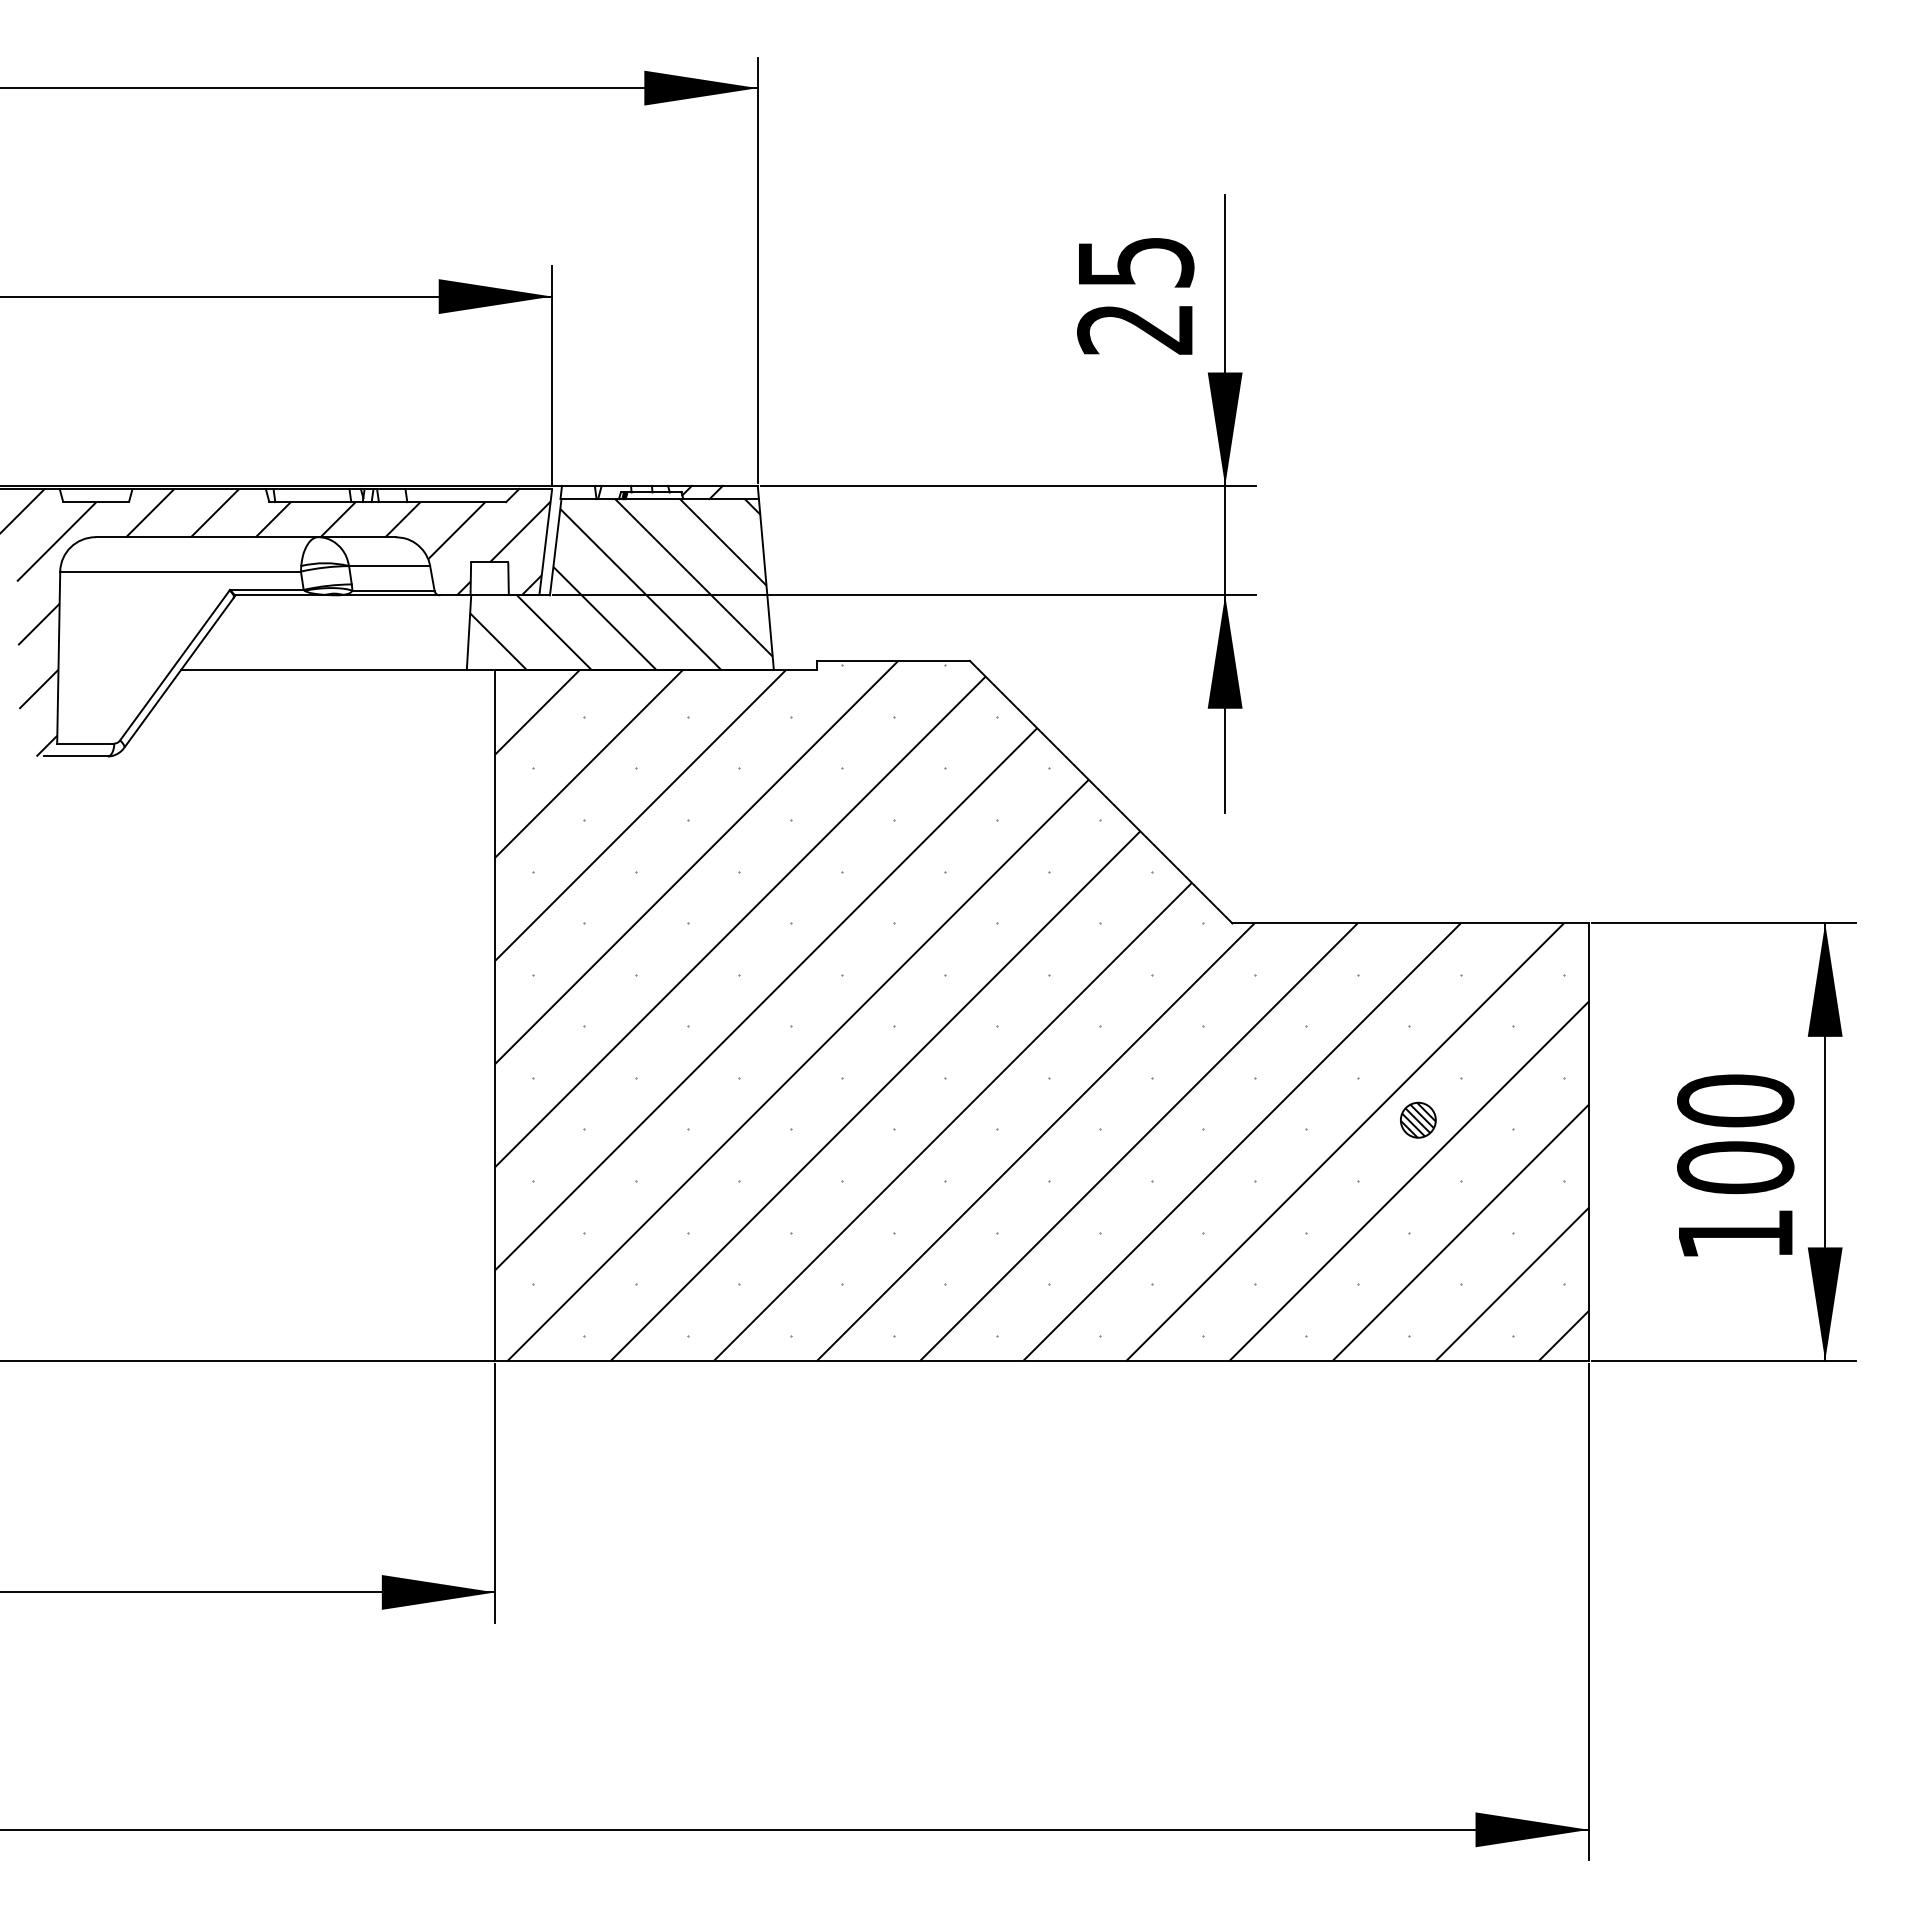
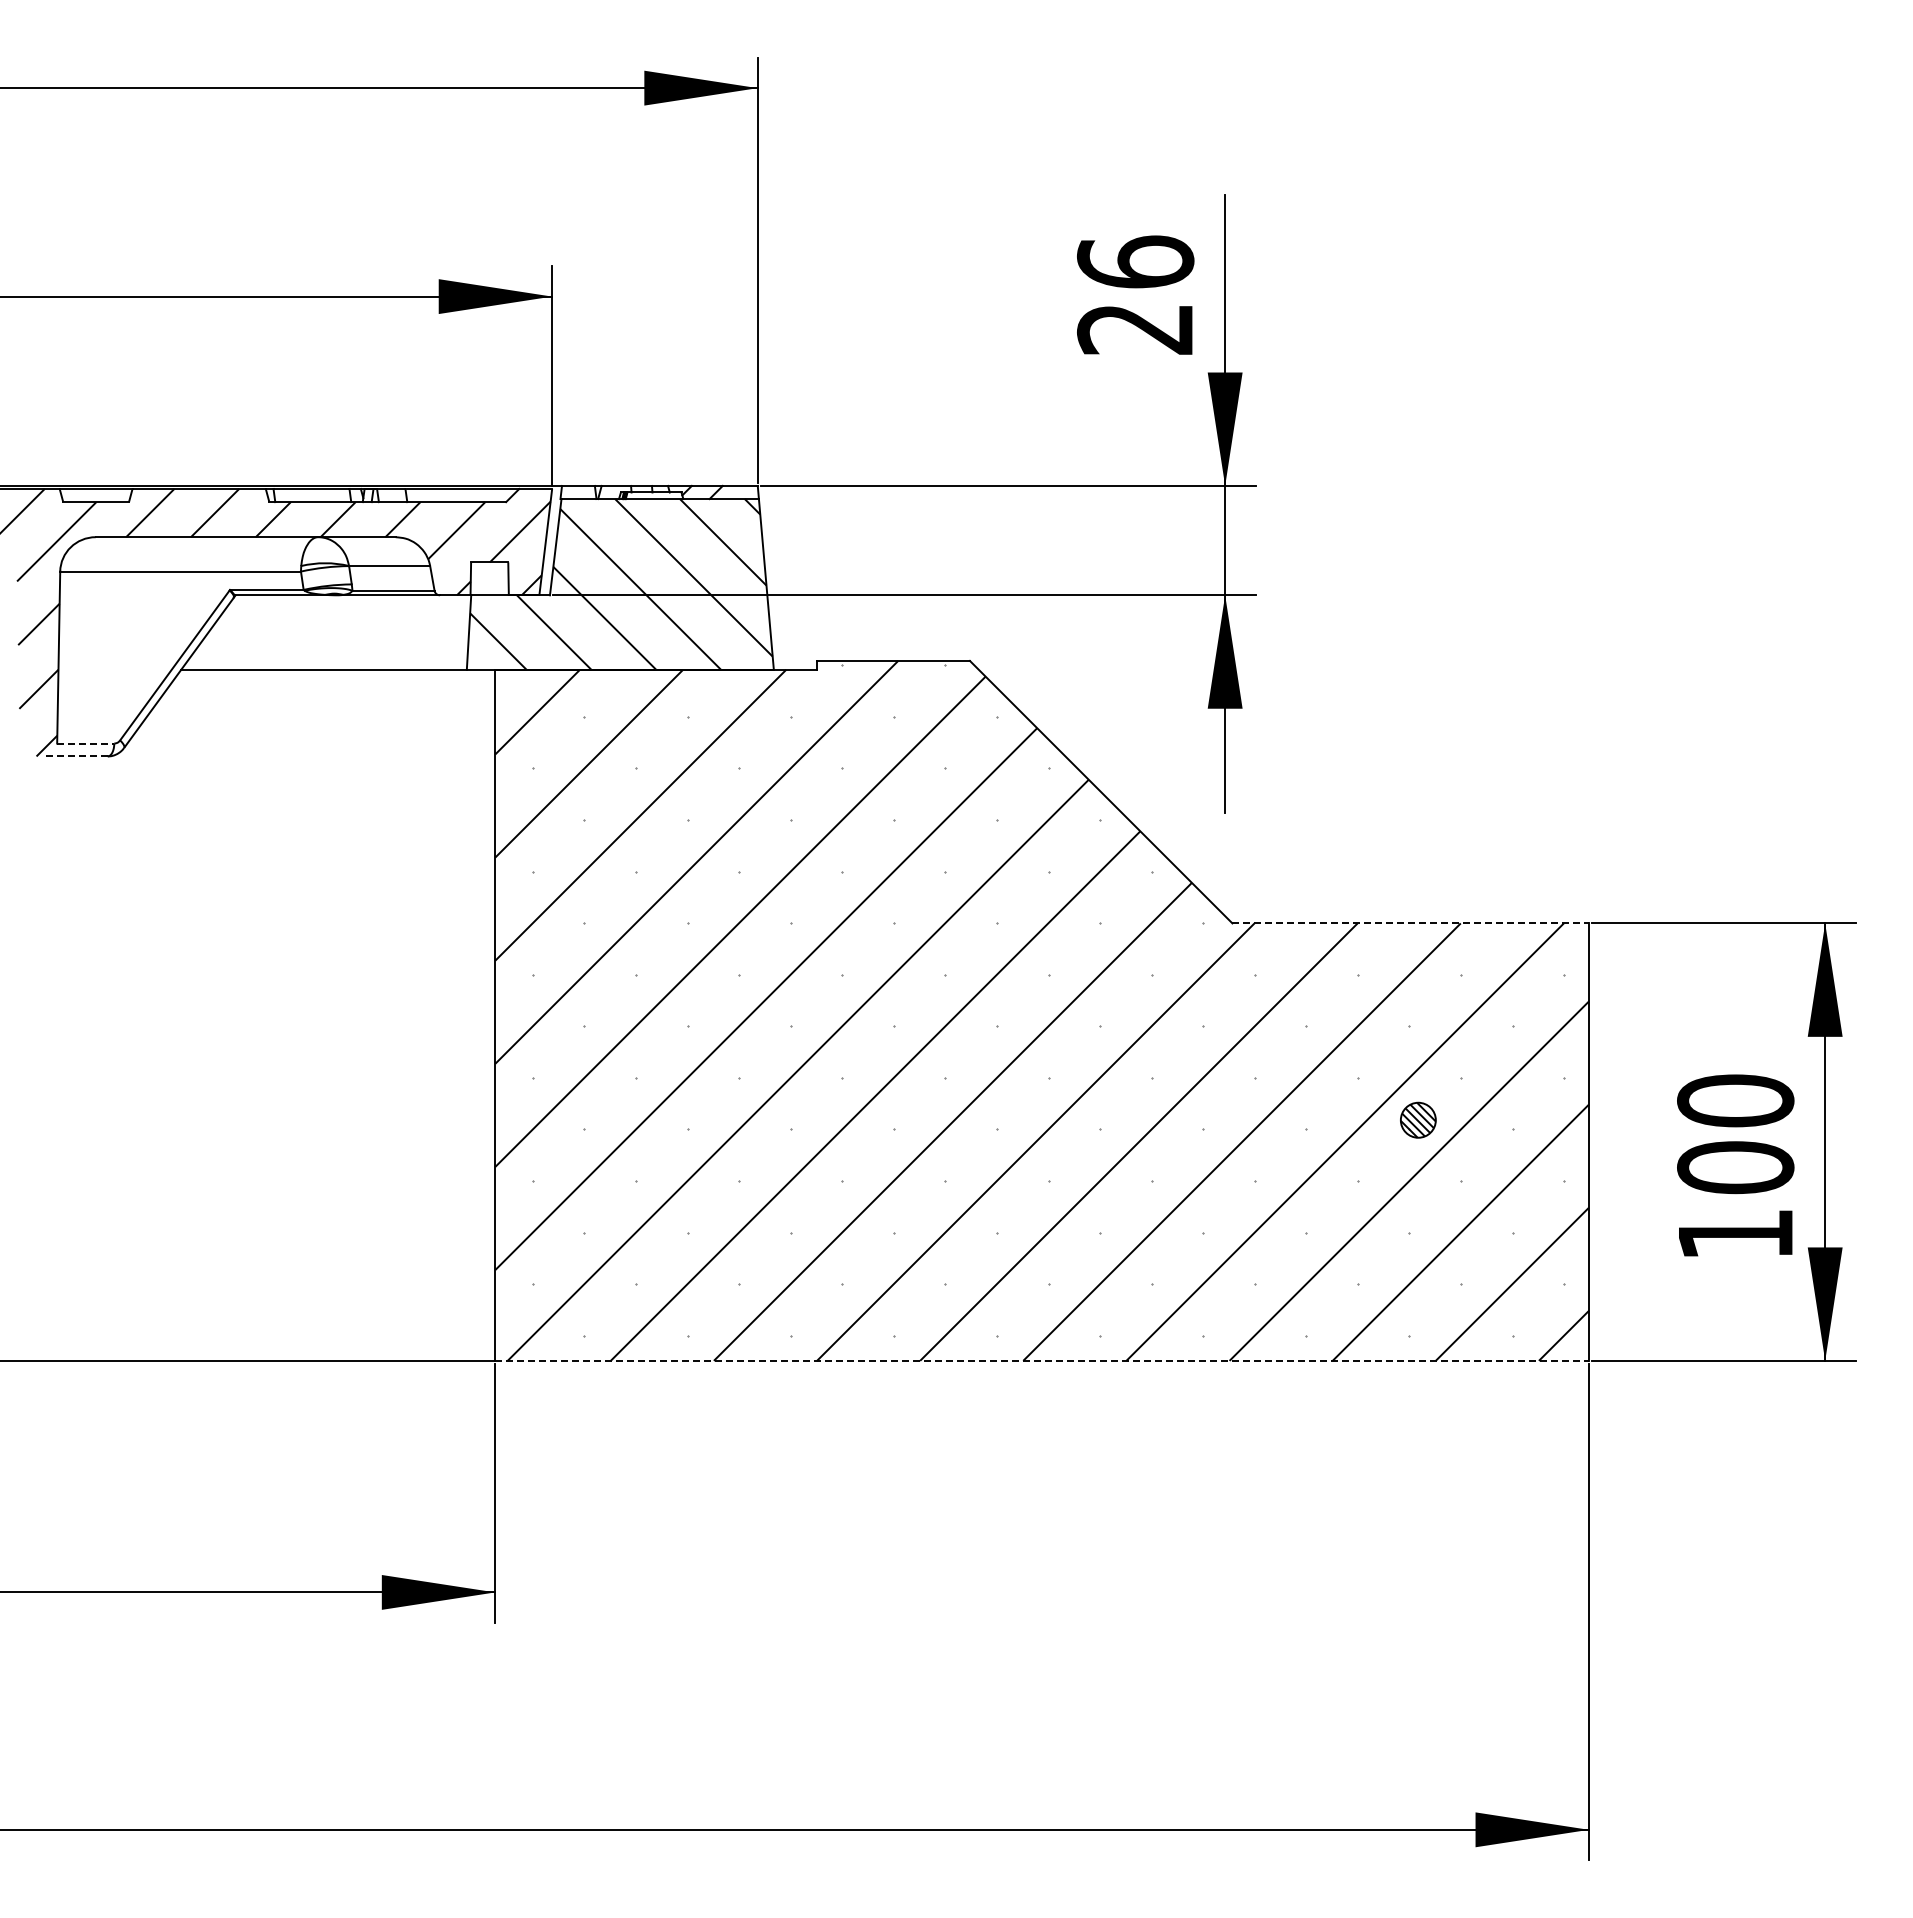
text at (1135, 261): 25 -> 26
line at (85, 743): solid -> dashed
line at (75, 756): solid -> dashed
line at (1411, 923): solid -> dashed
line at (1042, 1360): solid -> dashed
